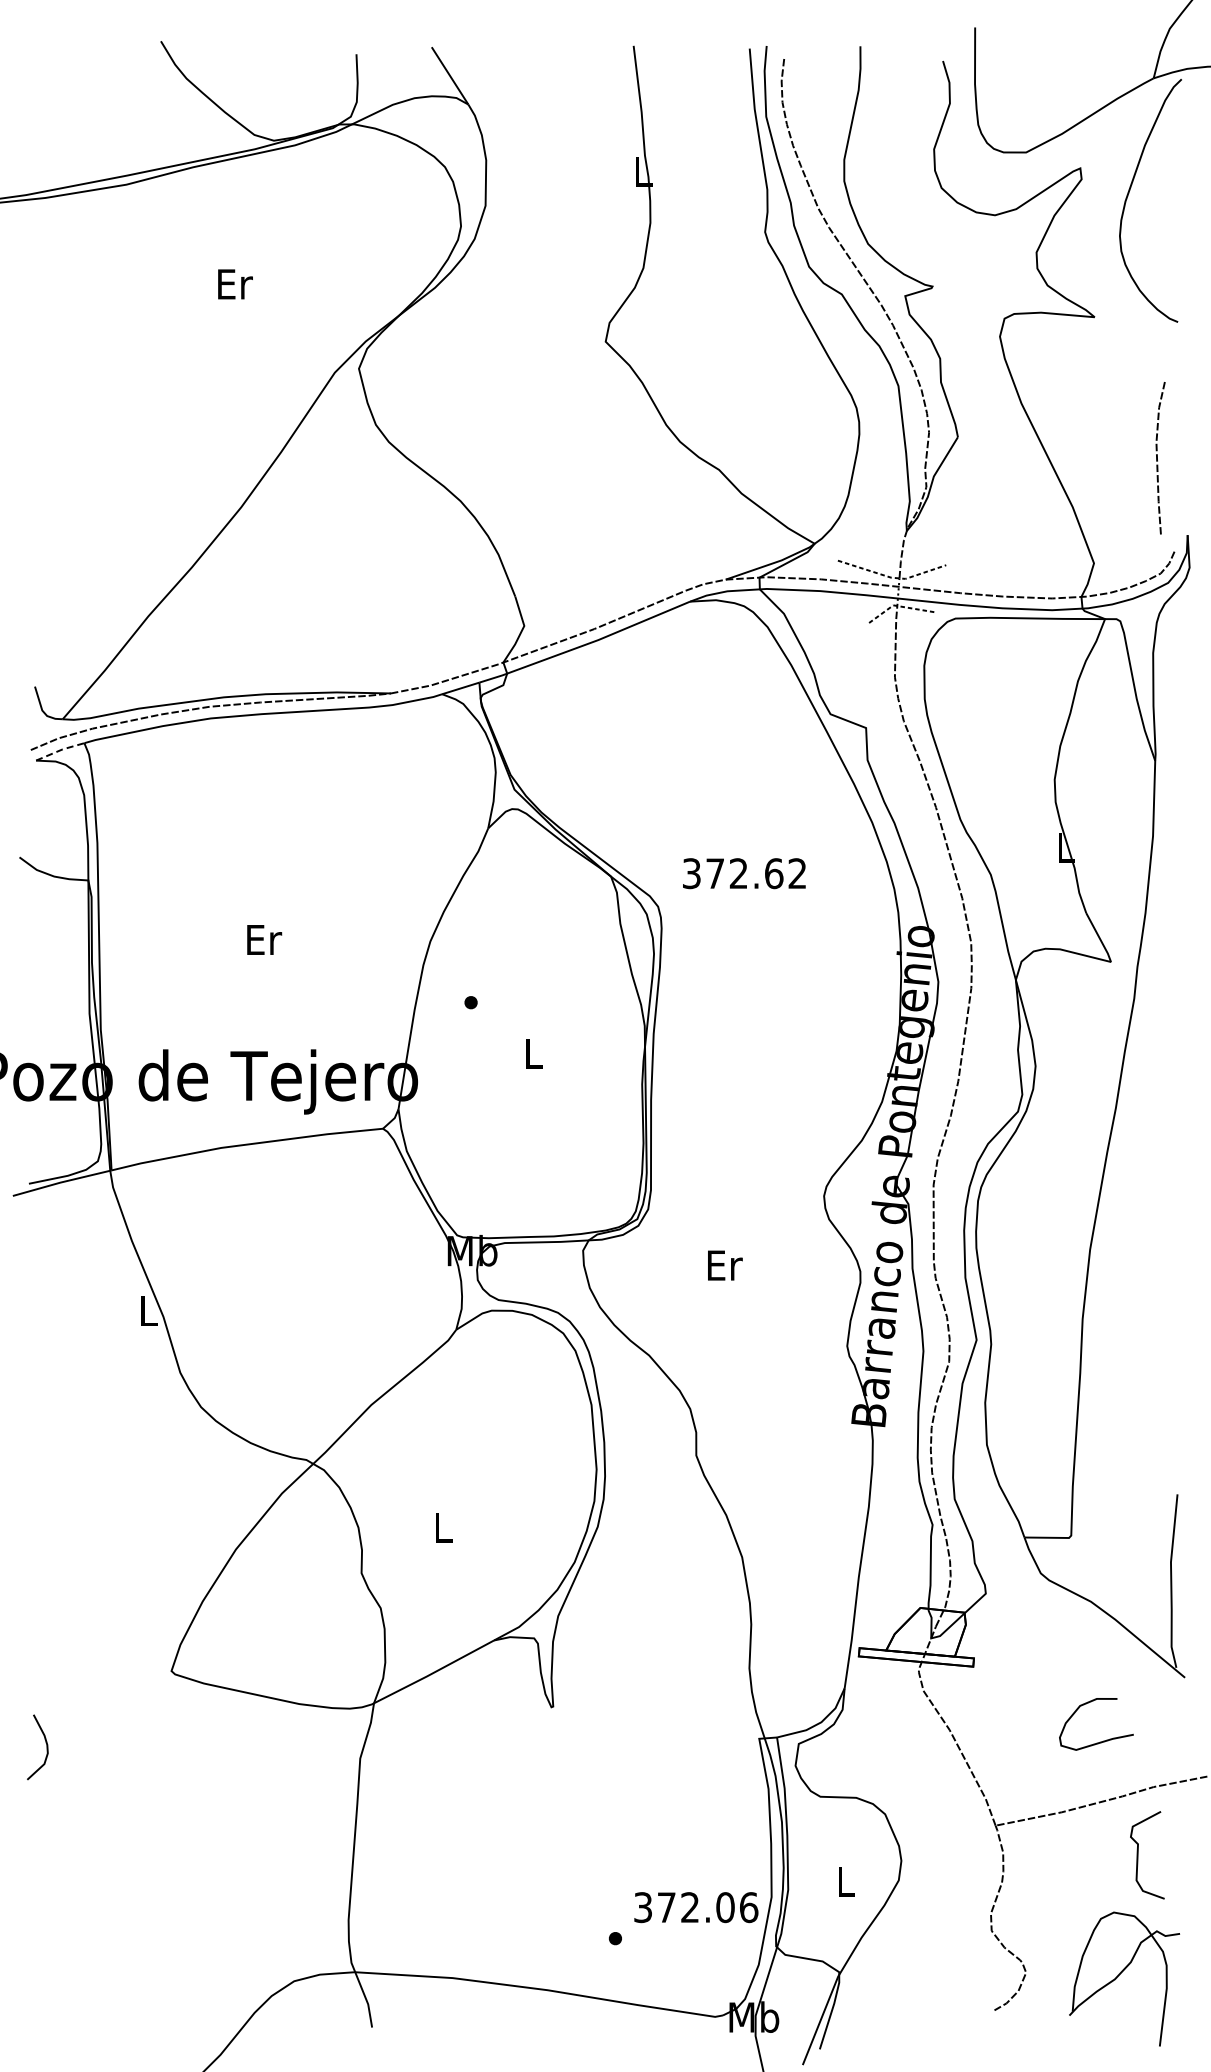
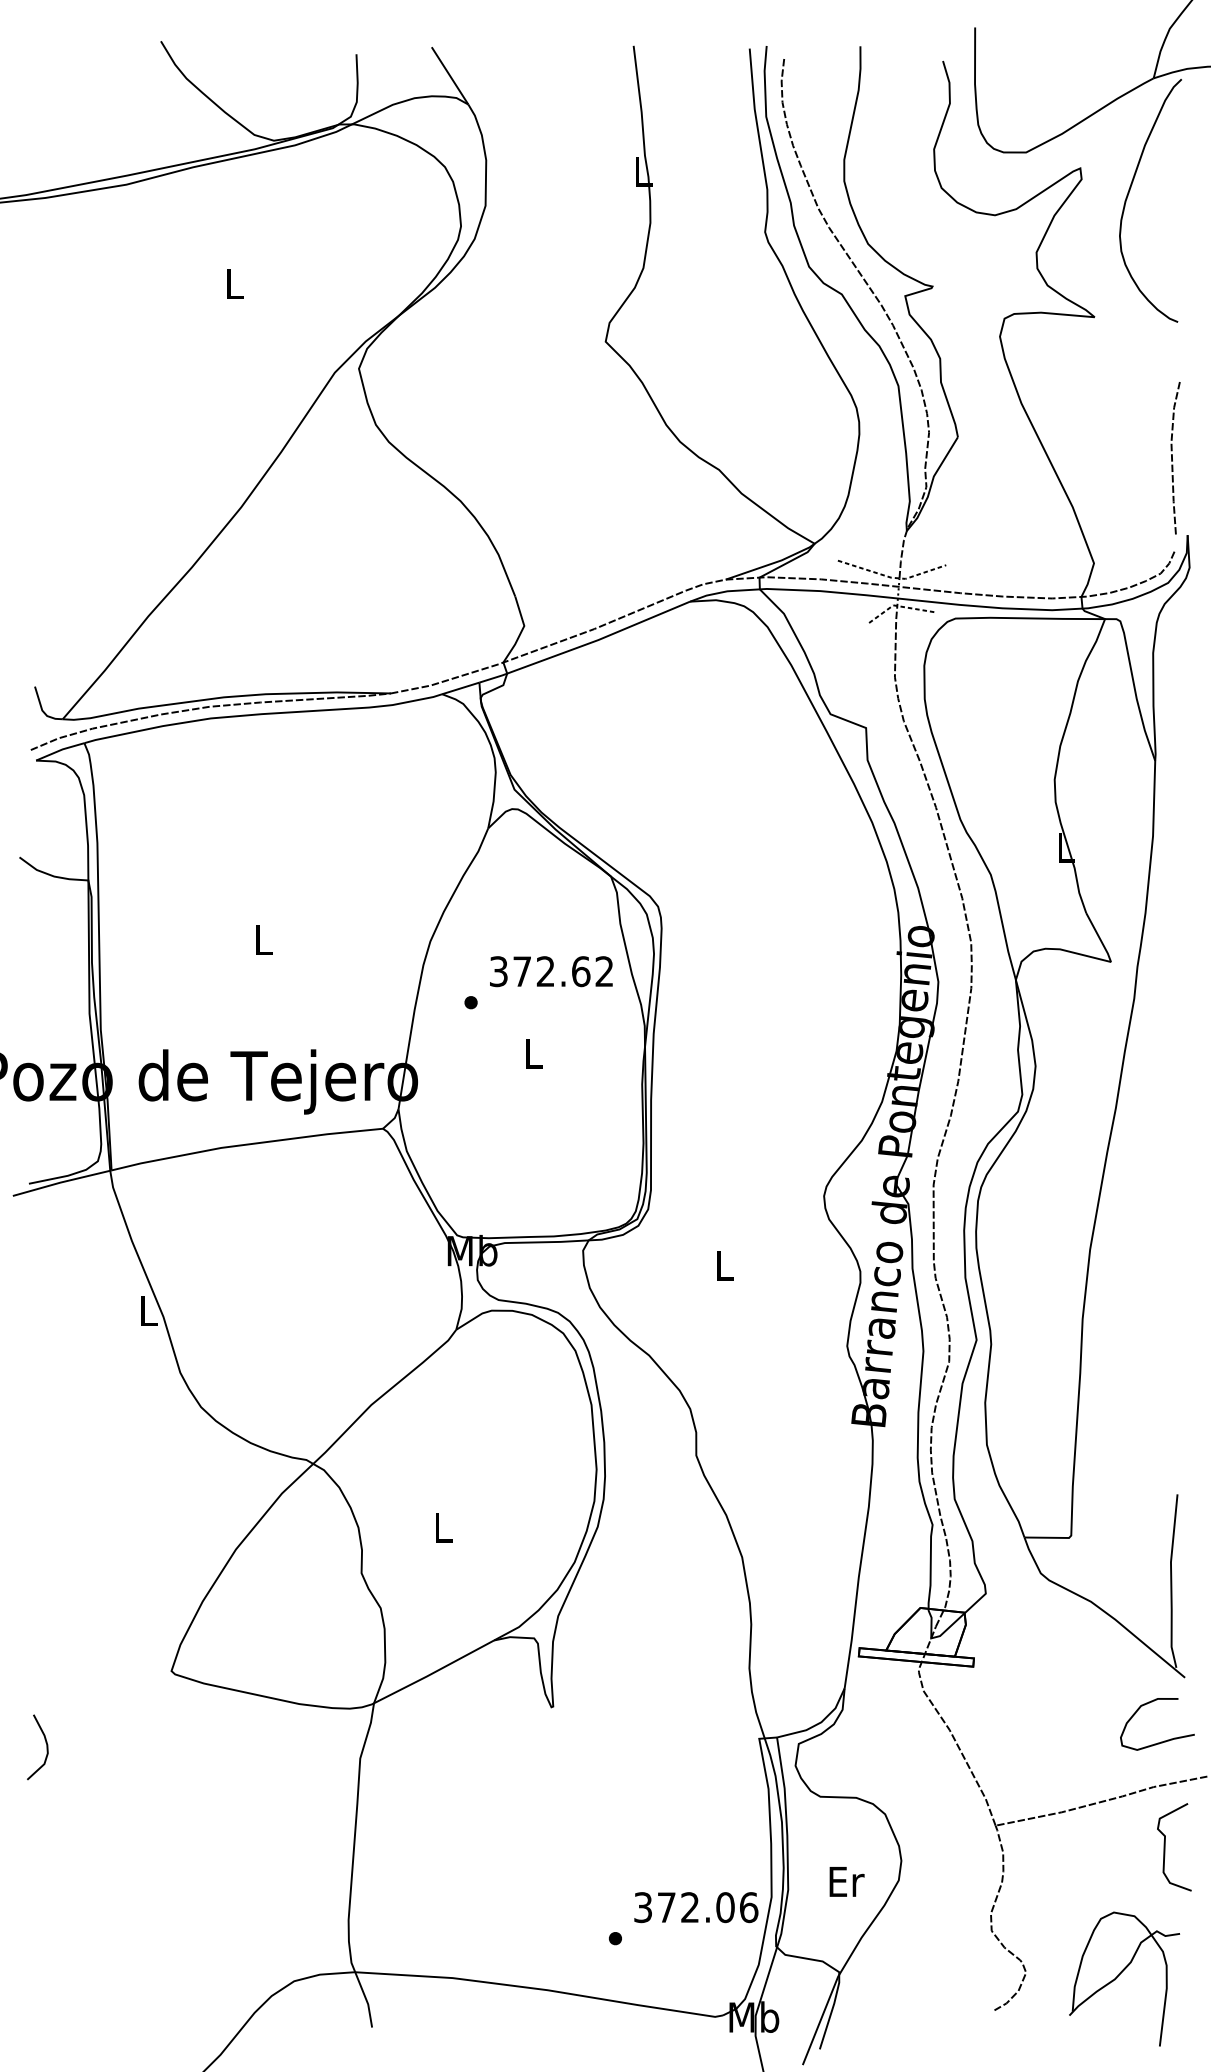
text at (235, 284): Er -> L
line at (1157, 458) position: (1157, 458) -> (1172, 458)
line at (60, 750): dashed -> solid
text at (744, 873) position: (744, 873) -> (551, 971)
text at (264, 939): Er -> L
text at (725, 1265): Er -> L
curve at (1103, 1740) position: (1103, 1740) -> (1164, 1740)
curve at (1138, 1855) position: (1138, 1855) -> (1165, 1847)
text at (846, 1881): L -> Er
